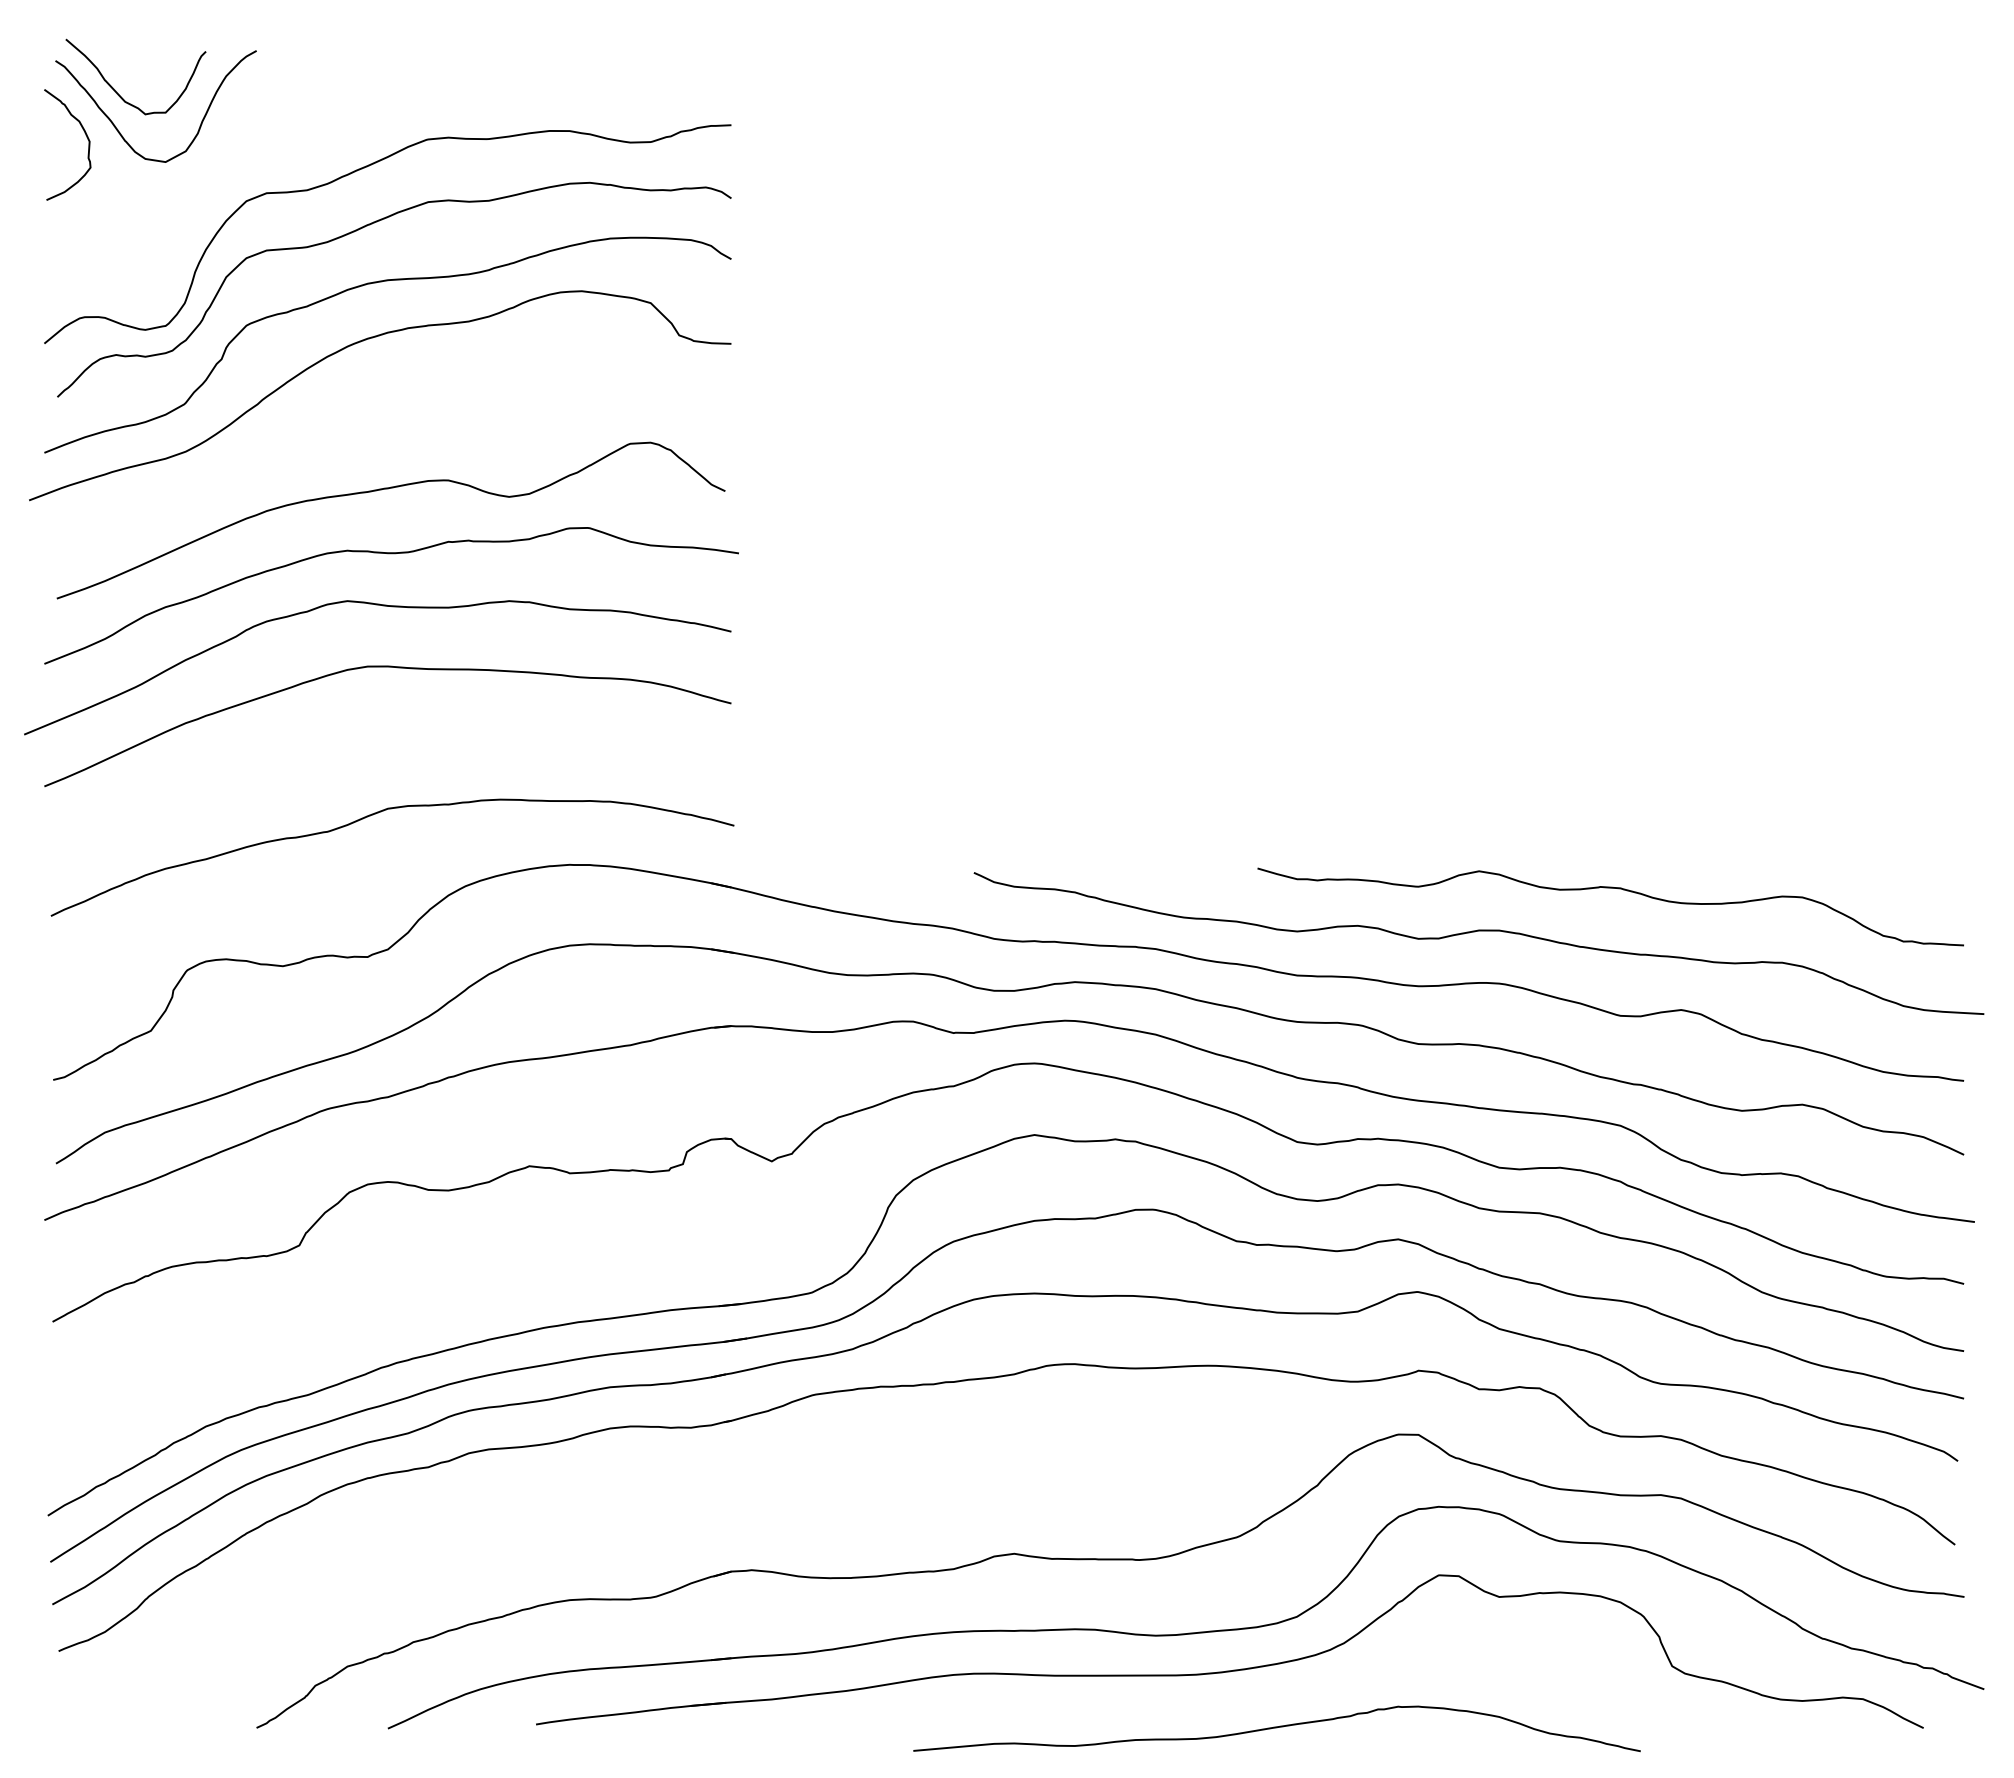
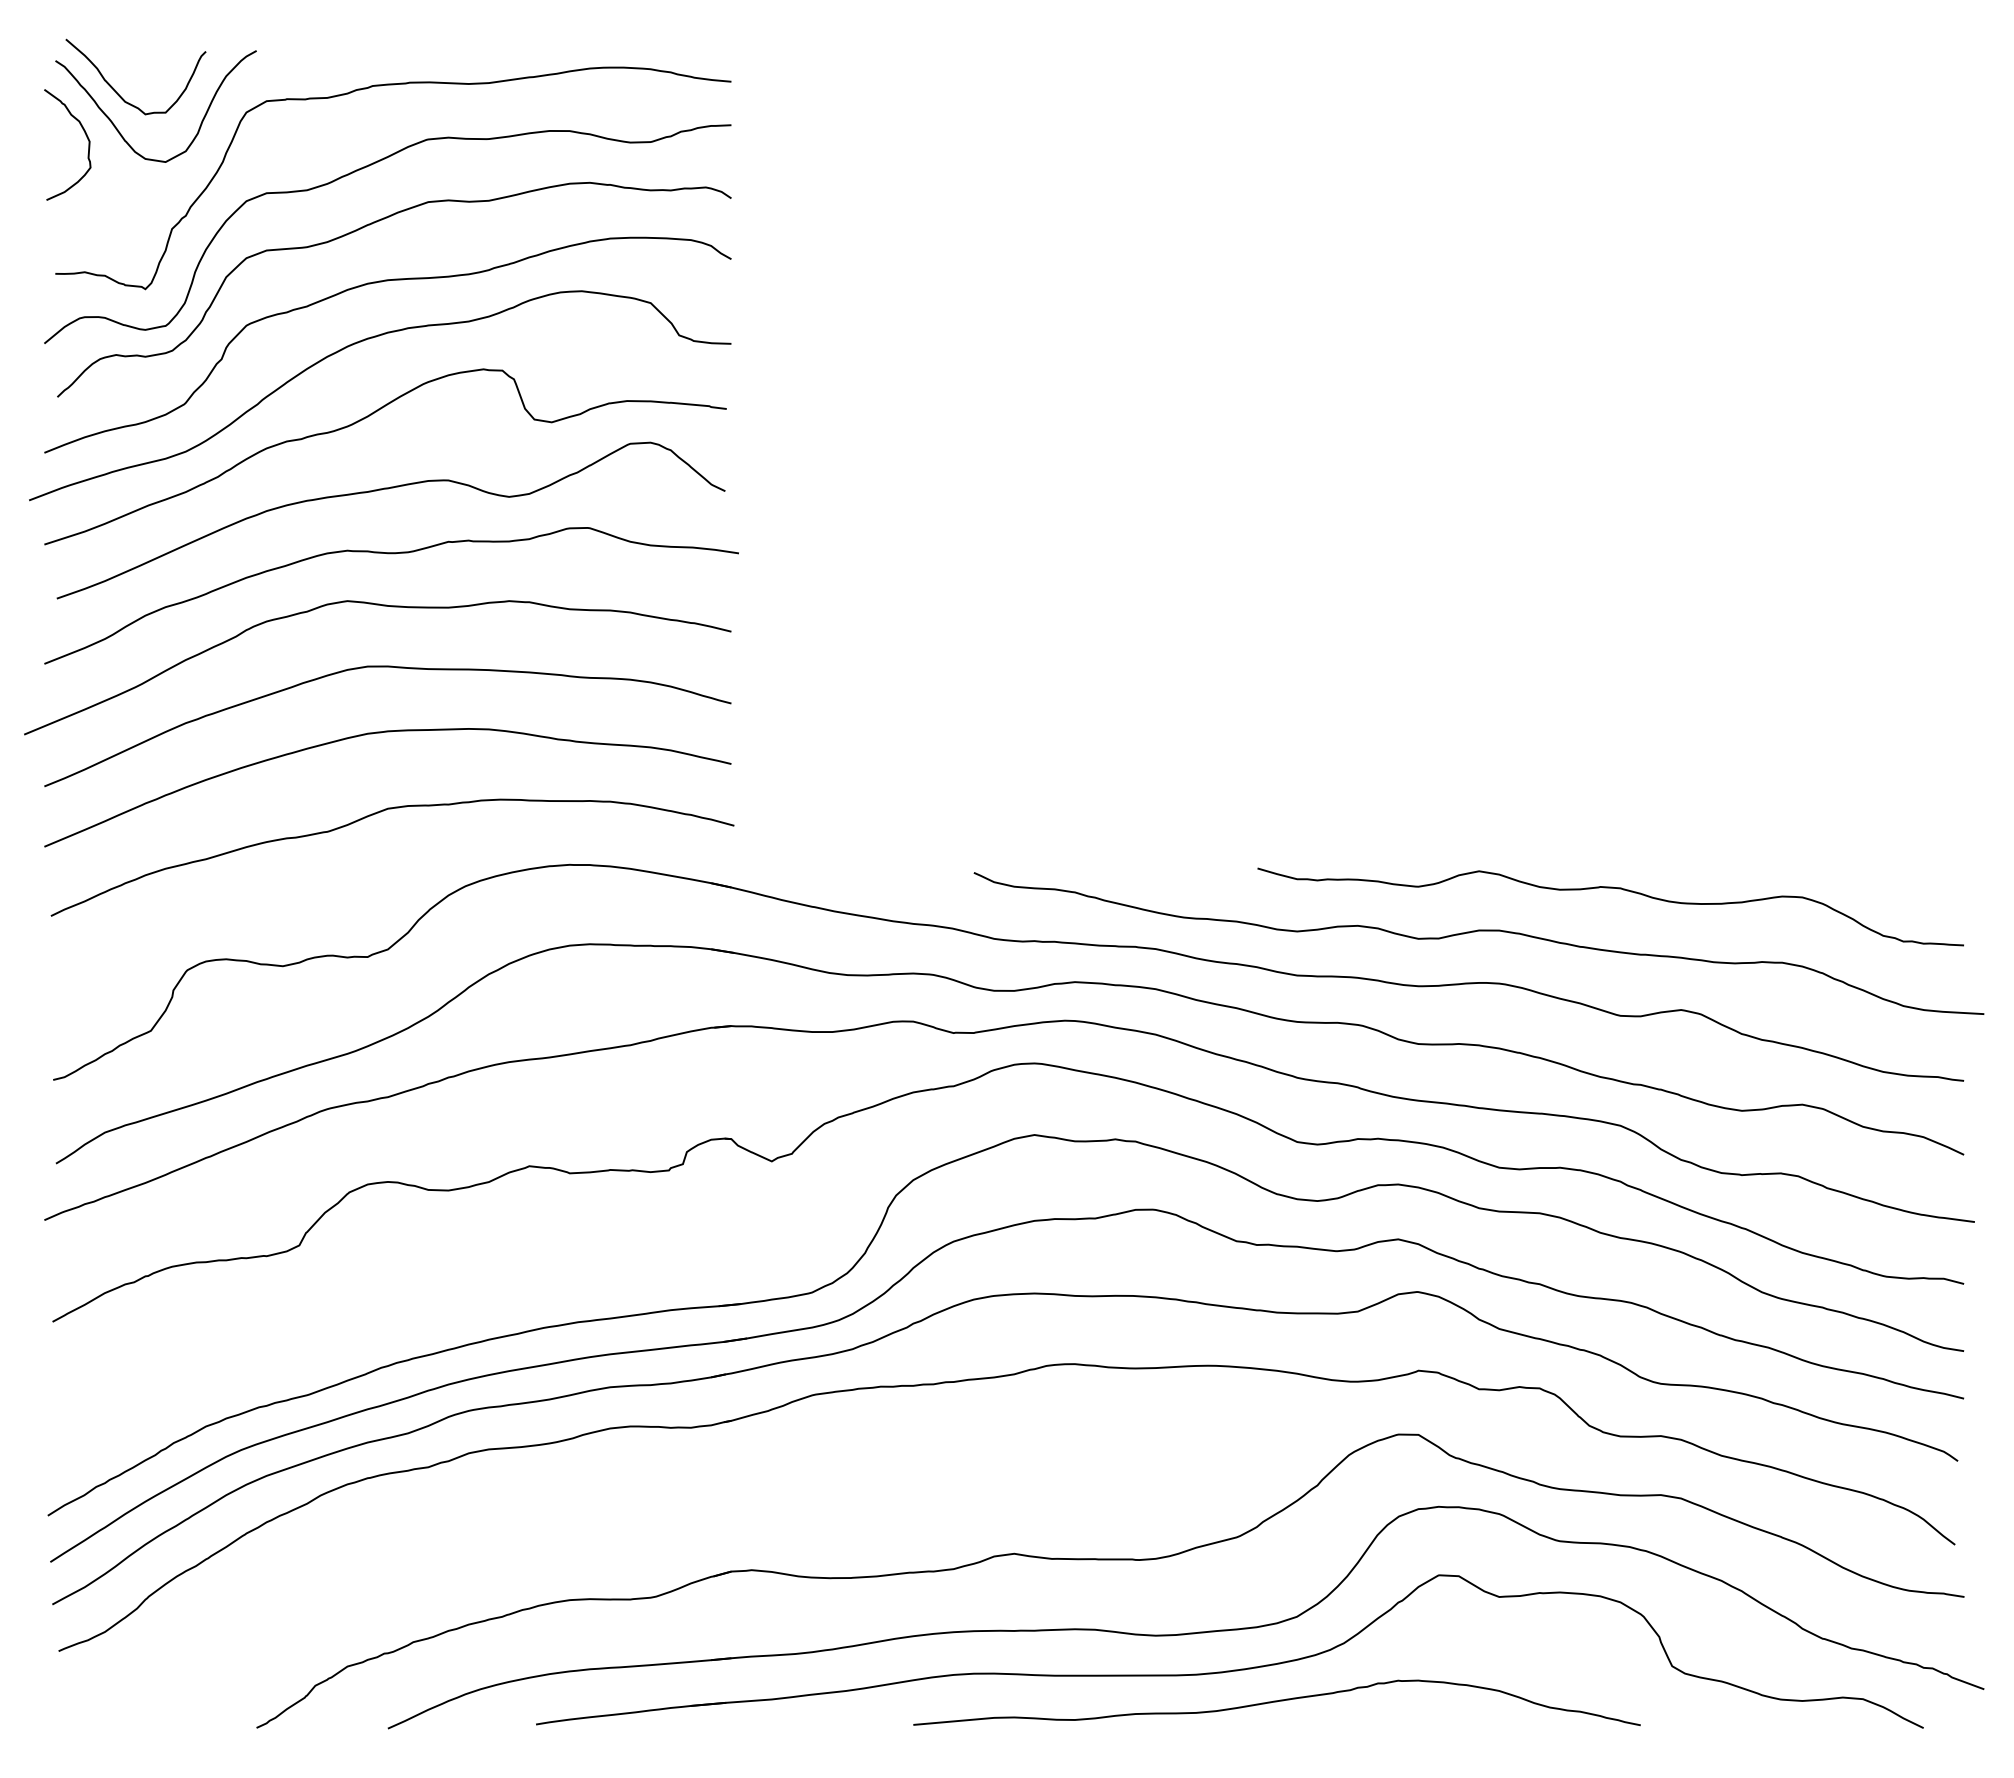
curve at (381, 86): none -> present
curve at (366, 418): none -> present
curve at (381, 733): none -> present
curve at (1276, 1728) position: (1276, 1728) -> (1276, 1702)
